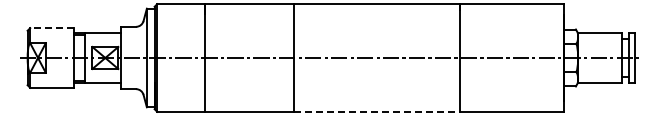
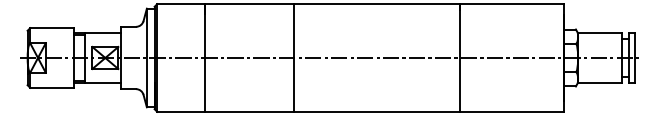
line at (51, 28): dashed -> solid
line at (377, 111): dashed -> solid
